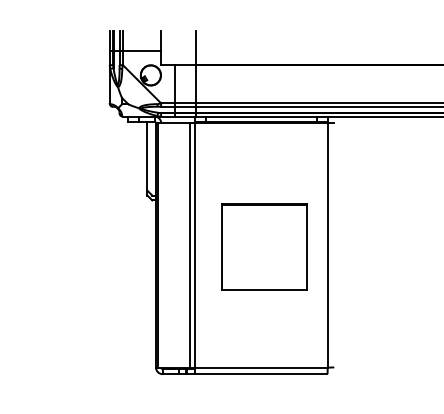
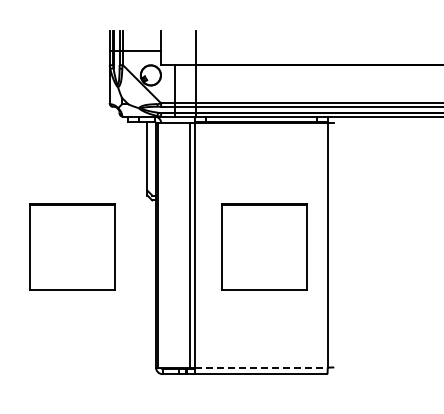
part at (72, 246): none -> present
line at (261, 367): solid -> dashed
